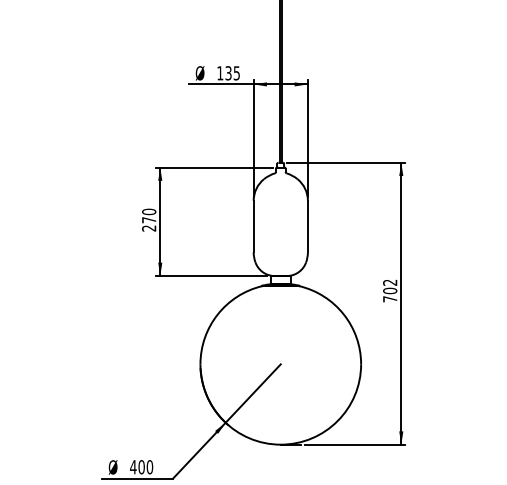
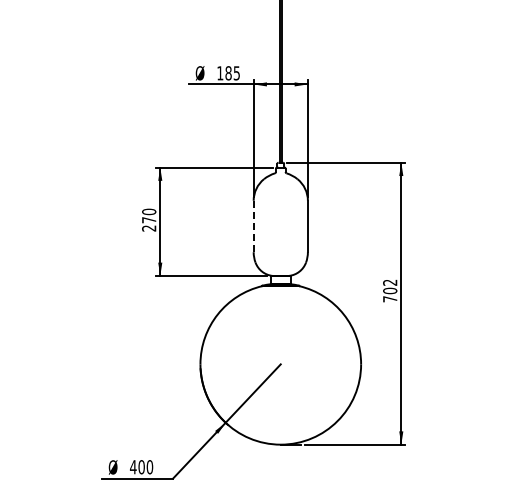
text at (228, 73): 135 -> 185
line at (253, 226): solid -> dashed
